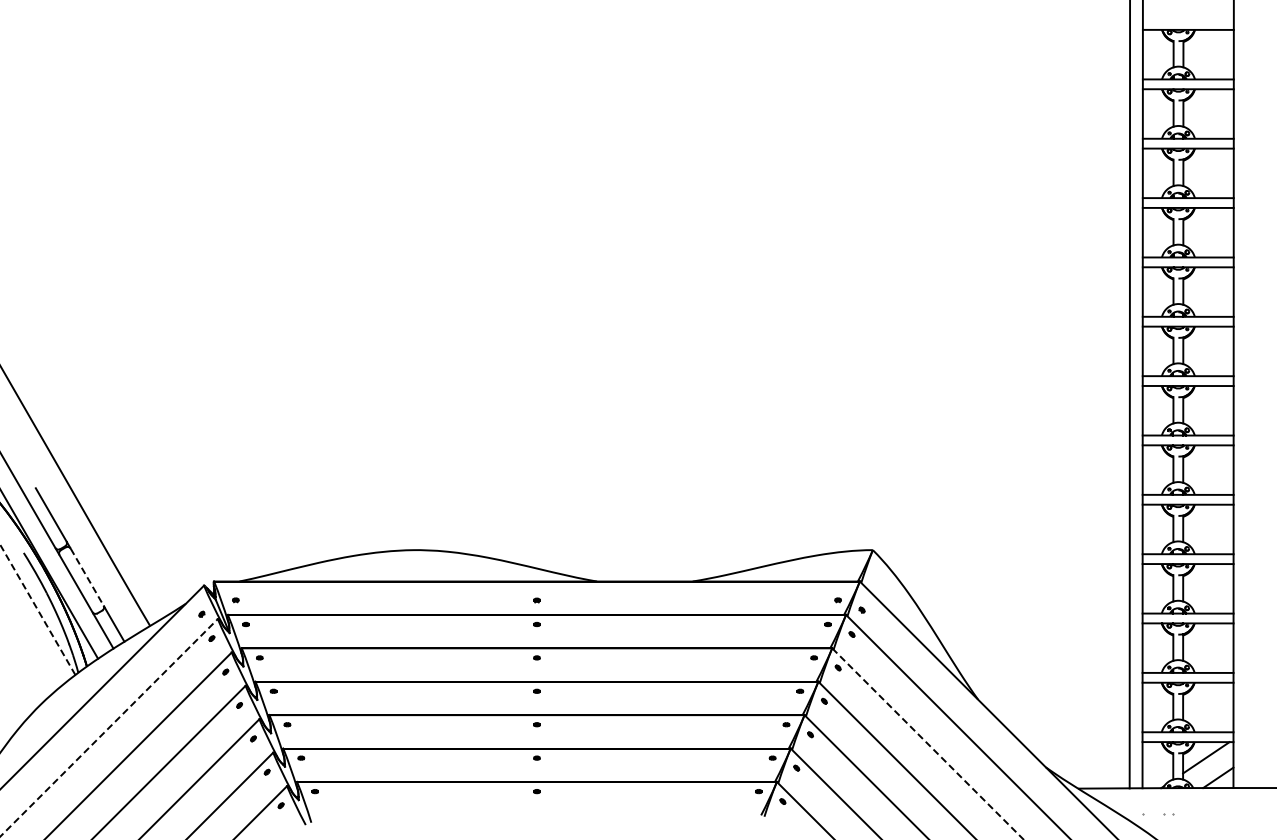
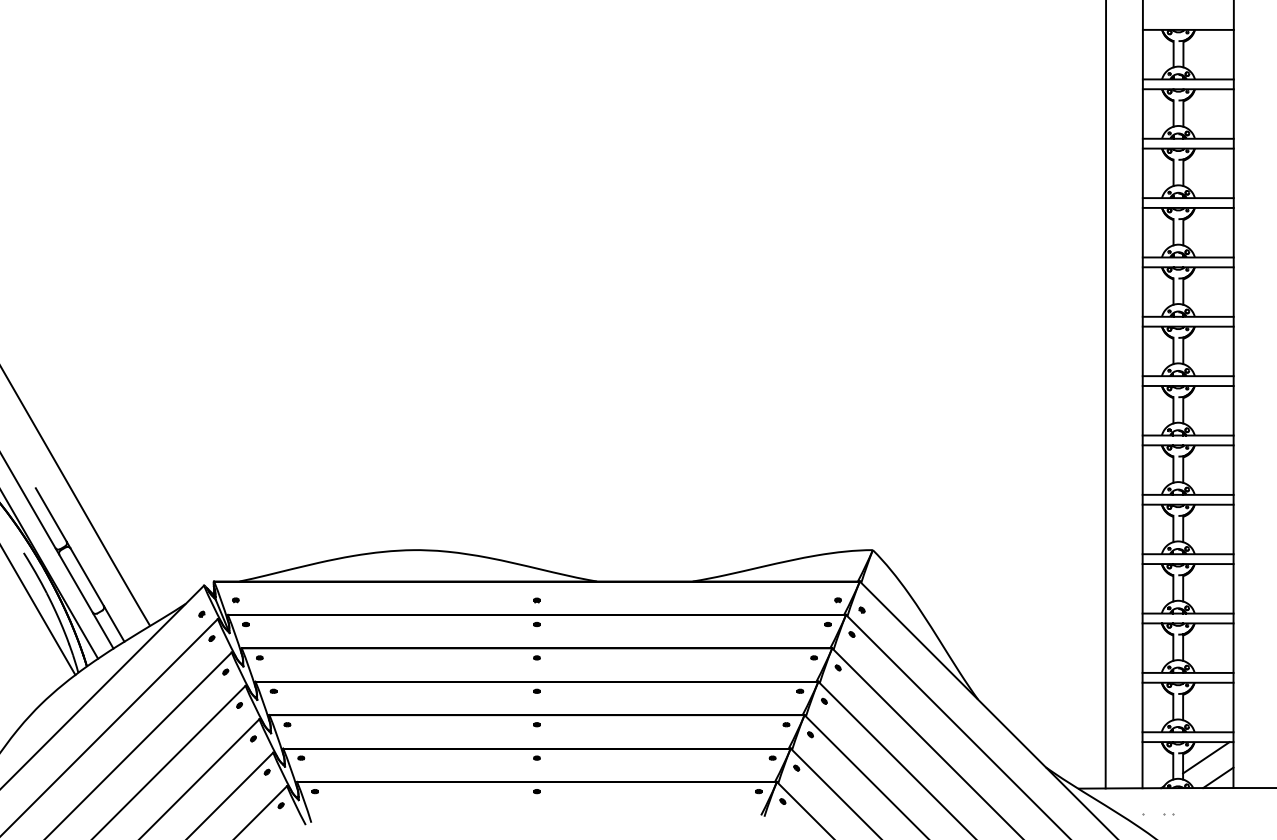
line at (1129, 395) position: (1129, 395) -> (1105, 395)
line at (87, 577): dashed -> solid
line at (37, 609): dashed -> solid
line at (109, 727): dashed -> solid
line at (928, 744): dashed -> solid
